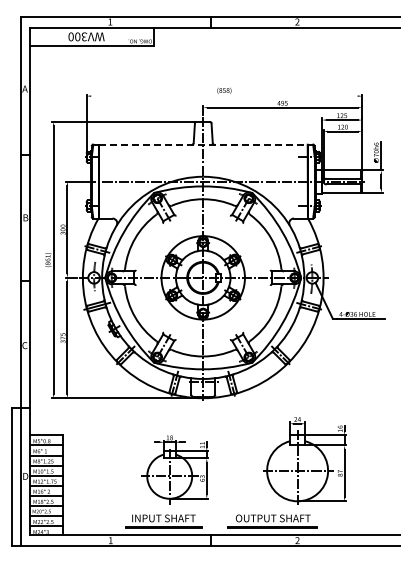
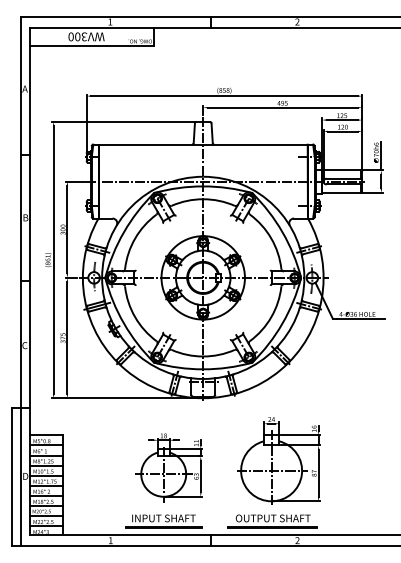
line at (224, 96): none -> present
line at (203, 144): dashed -> solid
part at (304, 460) position: (304, 460) -> (278, 460)
part at (174, 469) position: (174, 469) -> (168, 467)
